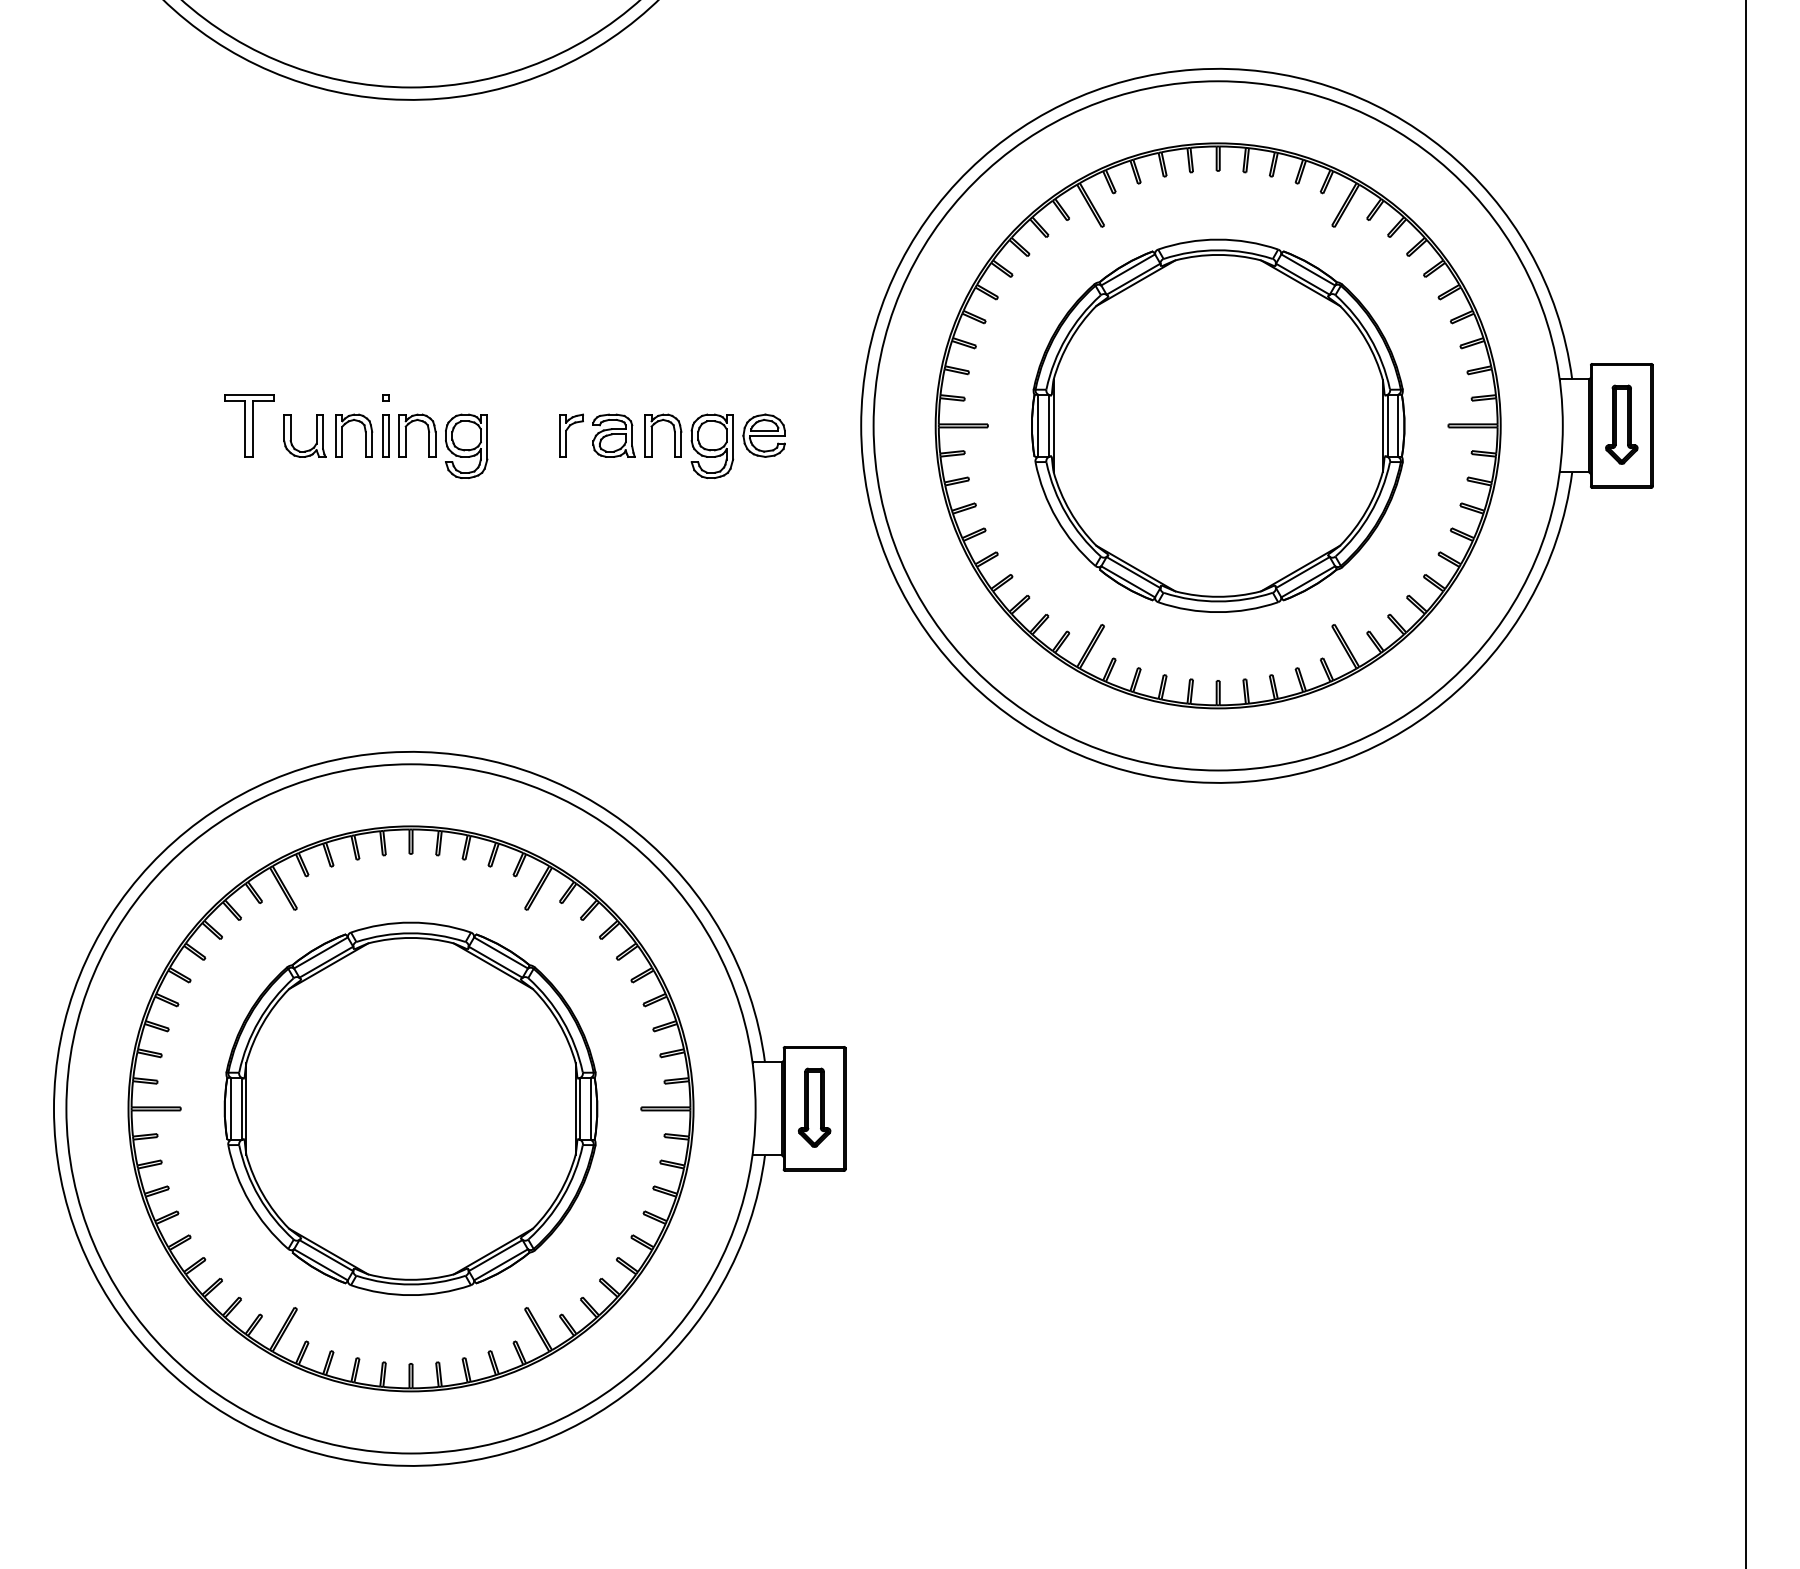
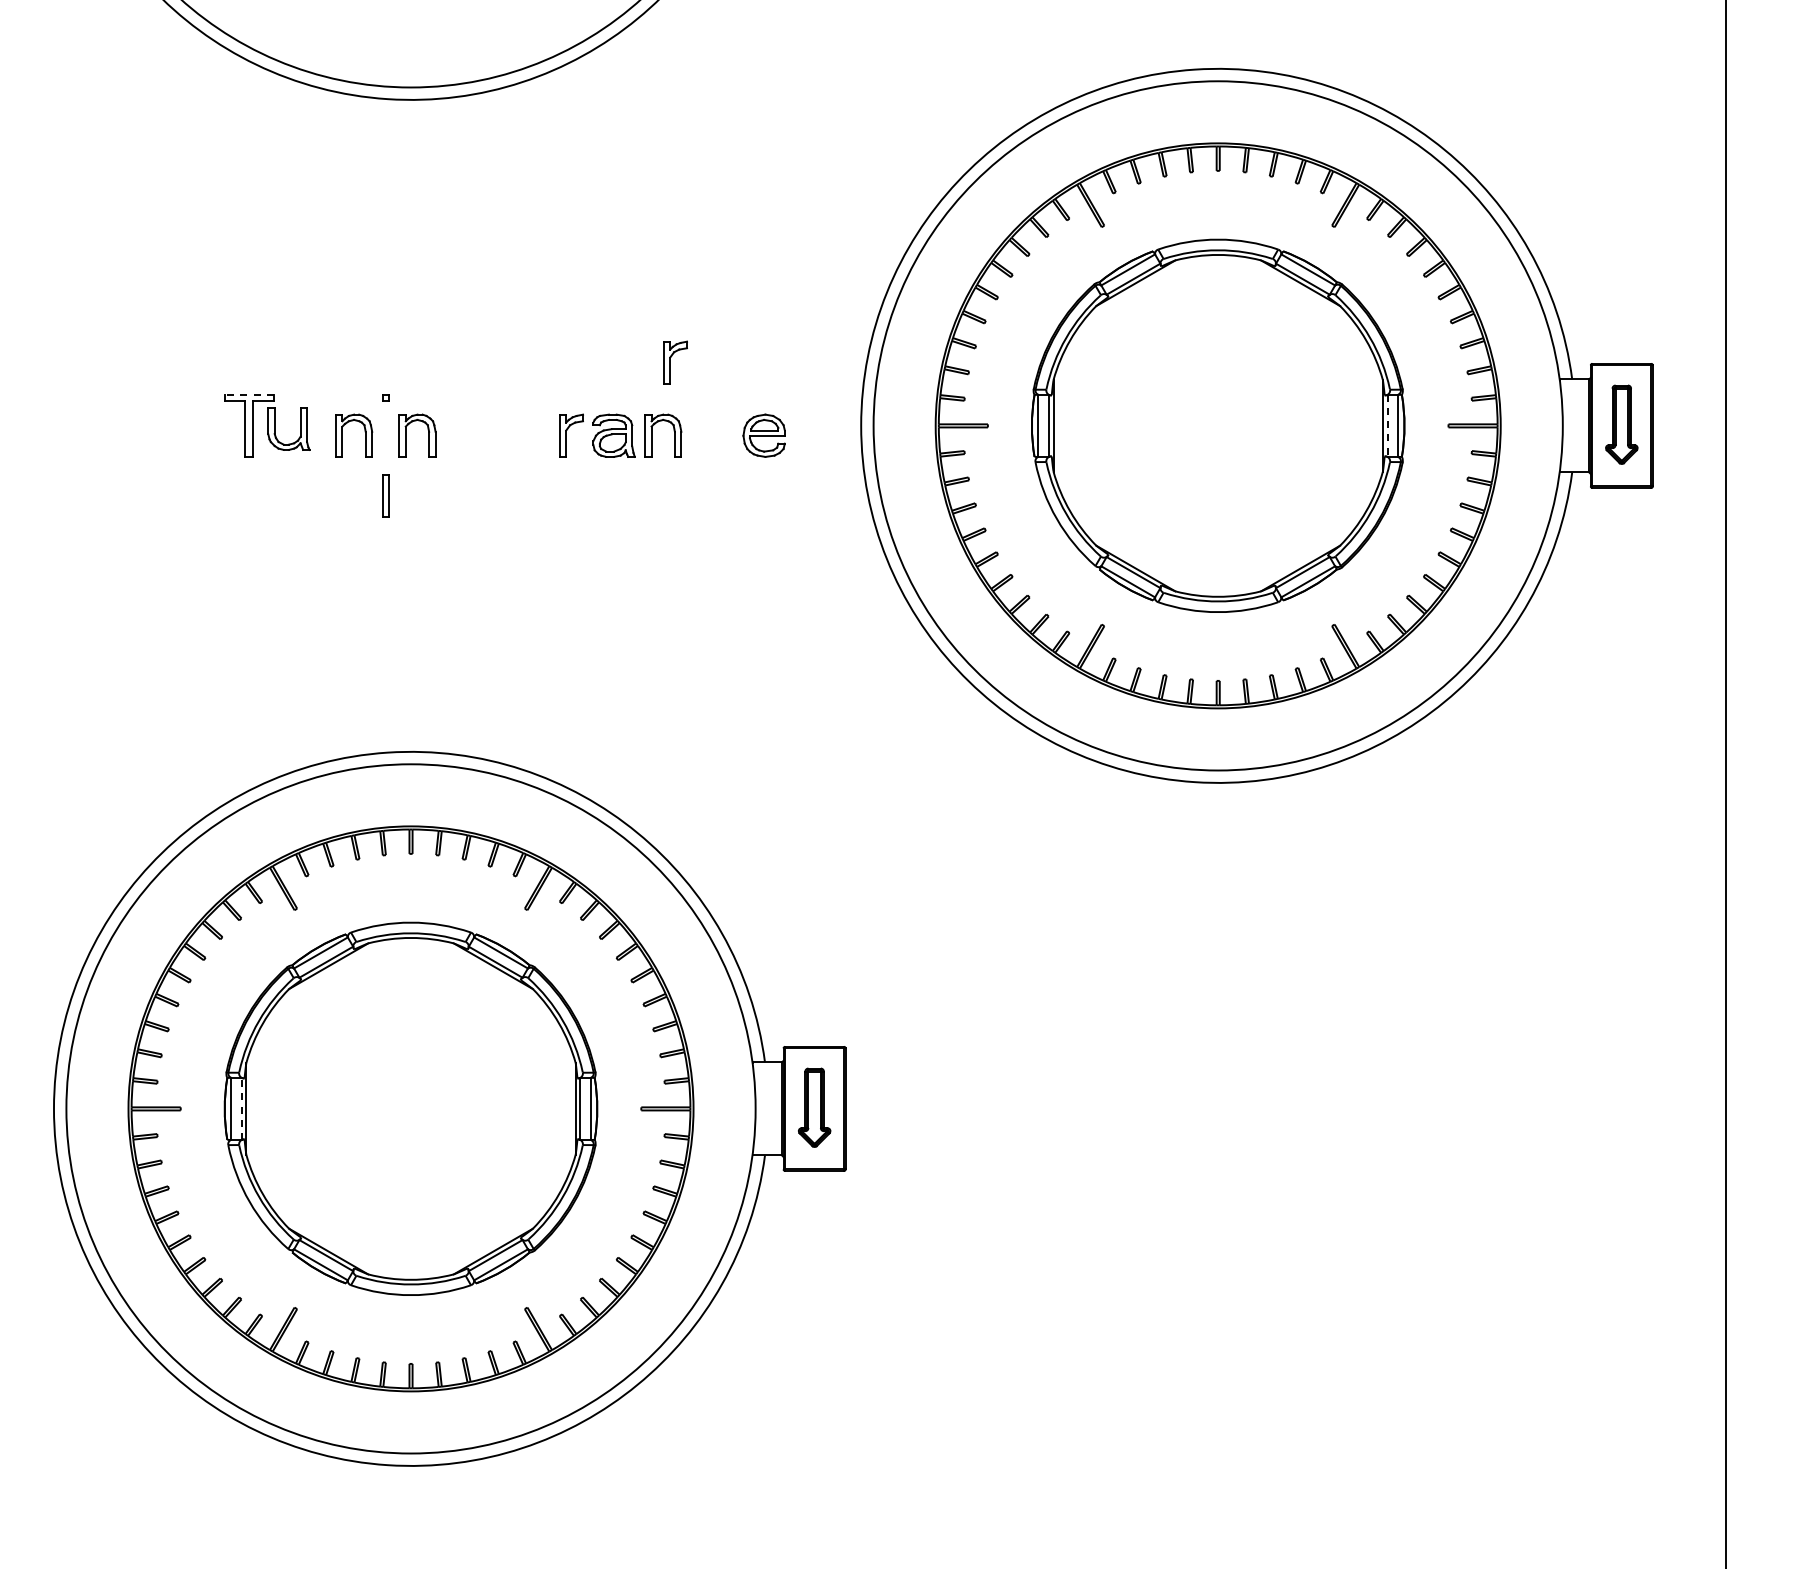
part at (675, 362): none -> present
line at (249, 394): solid -> dashed
line at (1387, 426): solid -> dashed
part at (316, 435) position: (316, 435) -> (300, 428)
part at (385, 435) position: (385, 435) -> (385, 495)
part at (466, 445): present -> none
part at (712, 446): present -> none
line at (1746, 783) position: (1746, 783) -> (1726, 783)
line at (241, 1108): solid -> dashed
